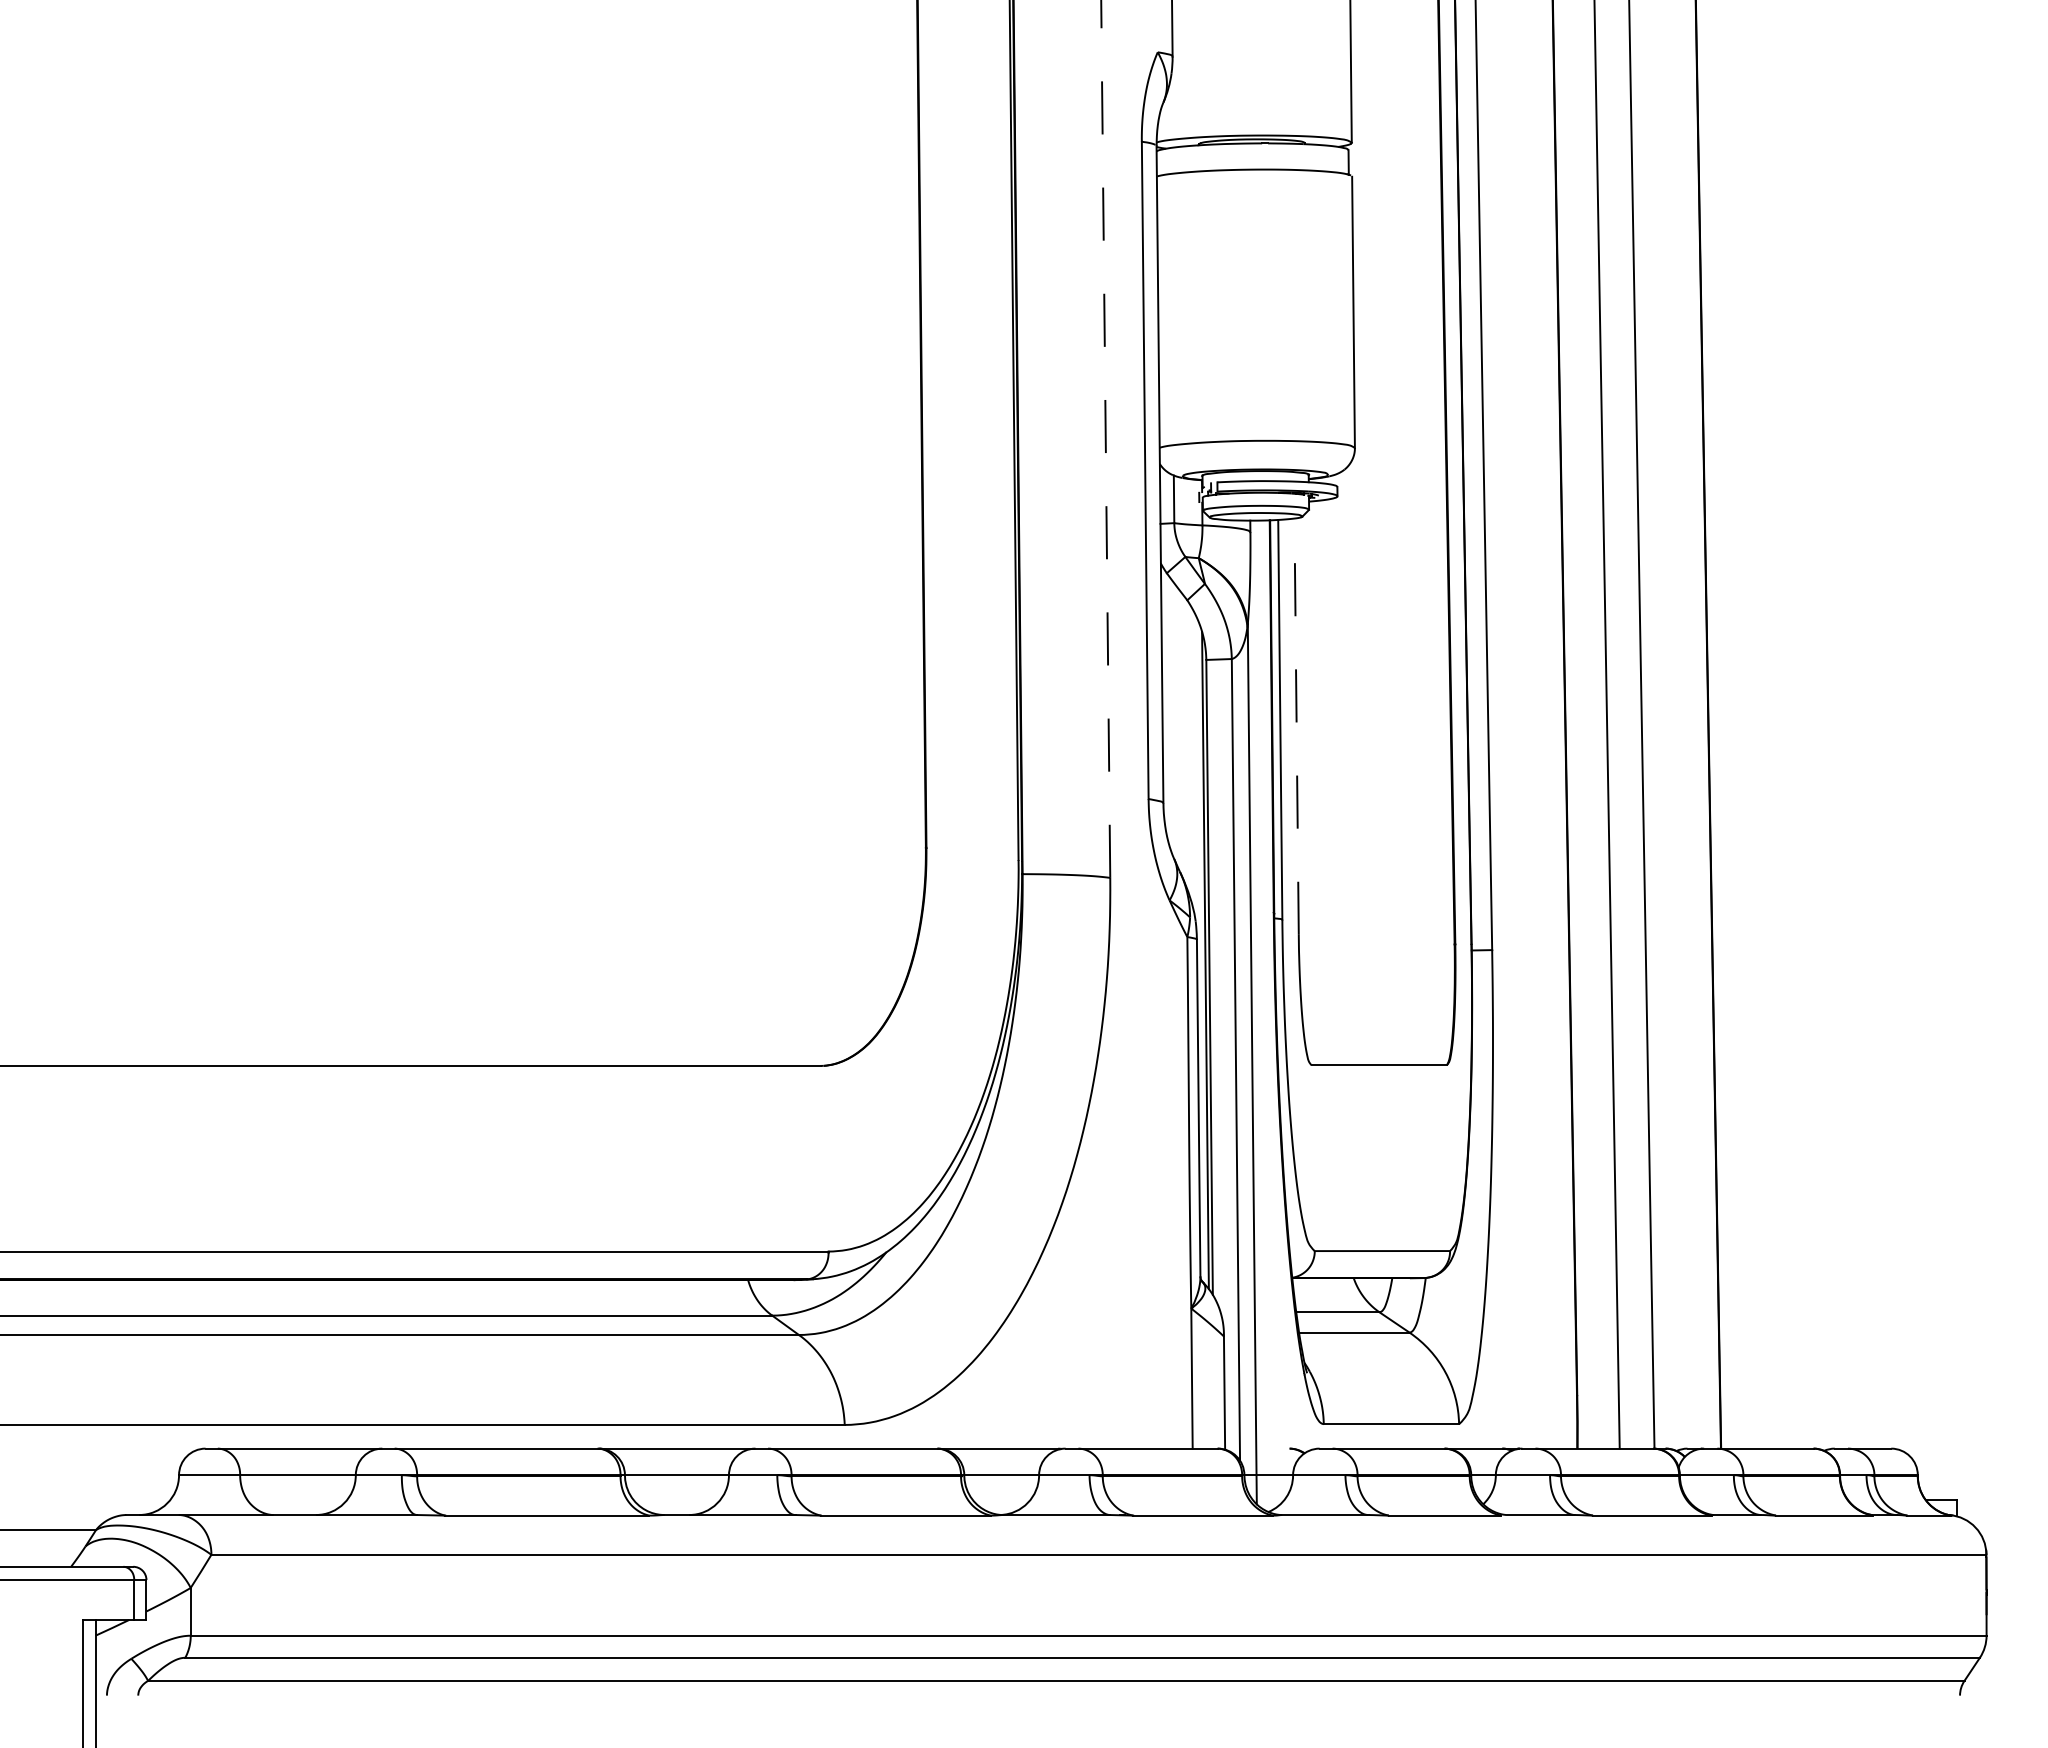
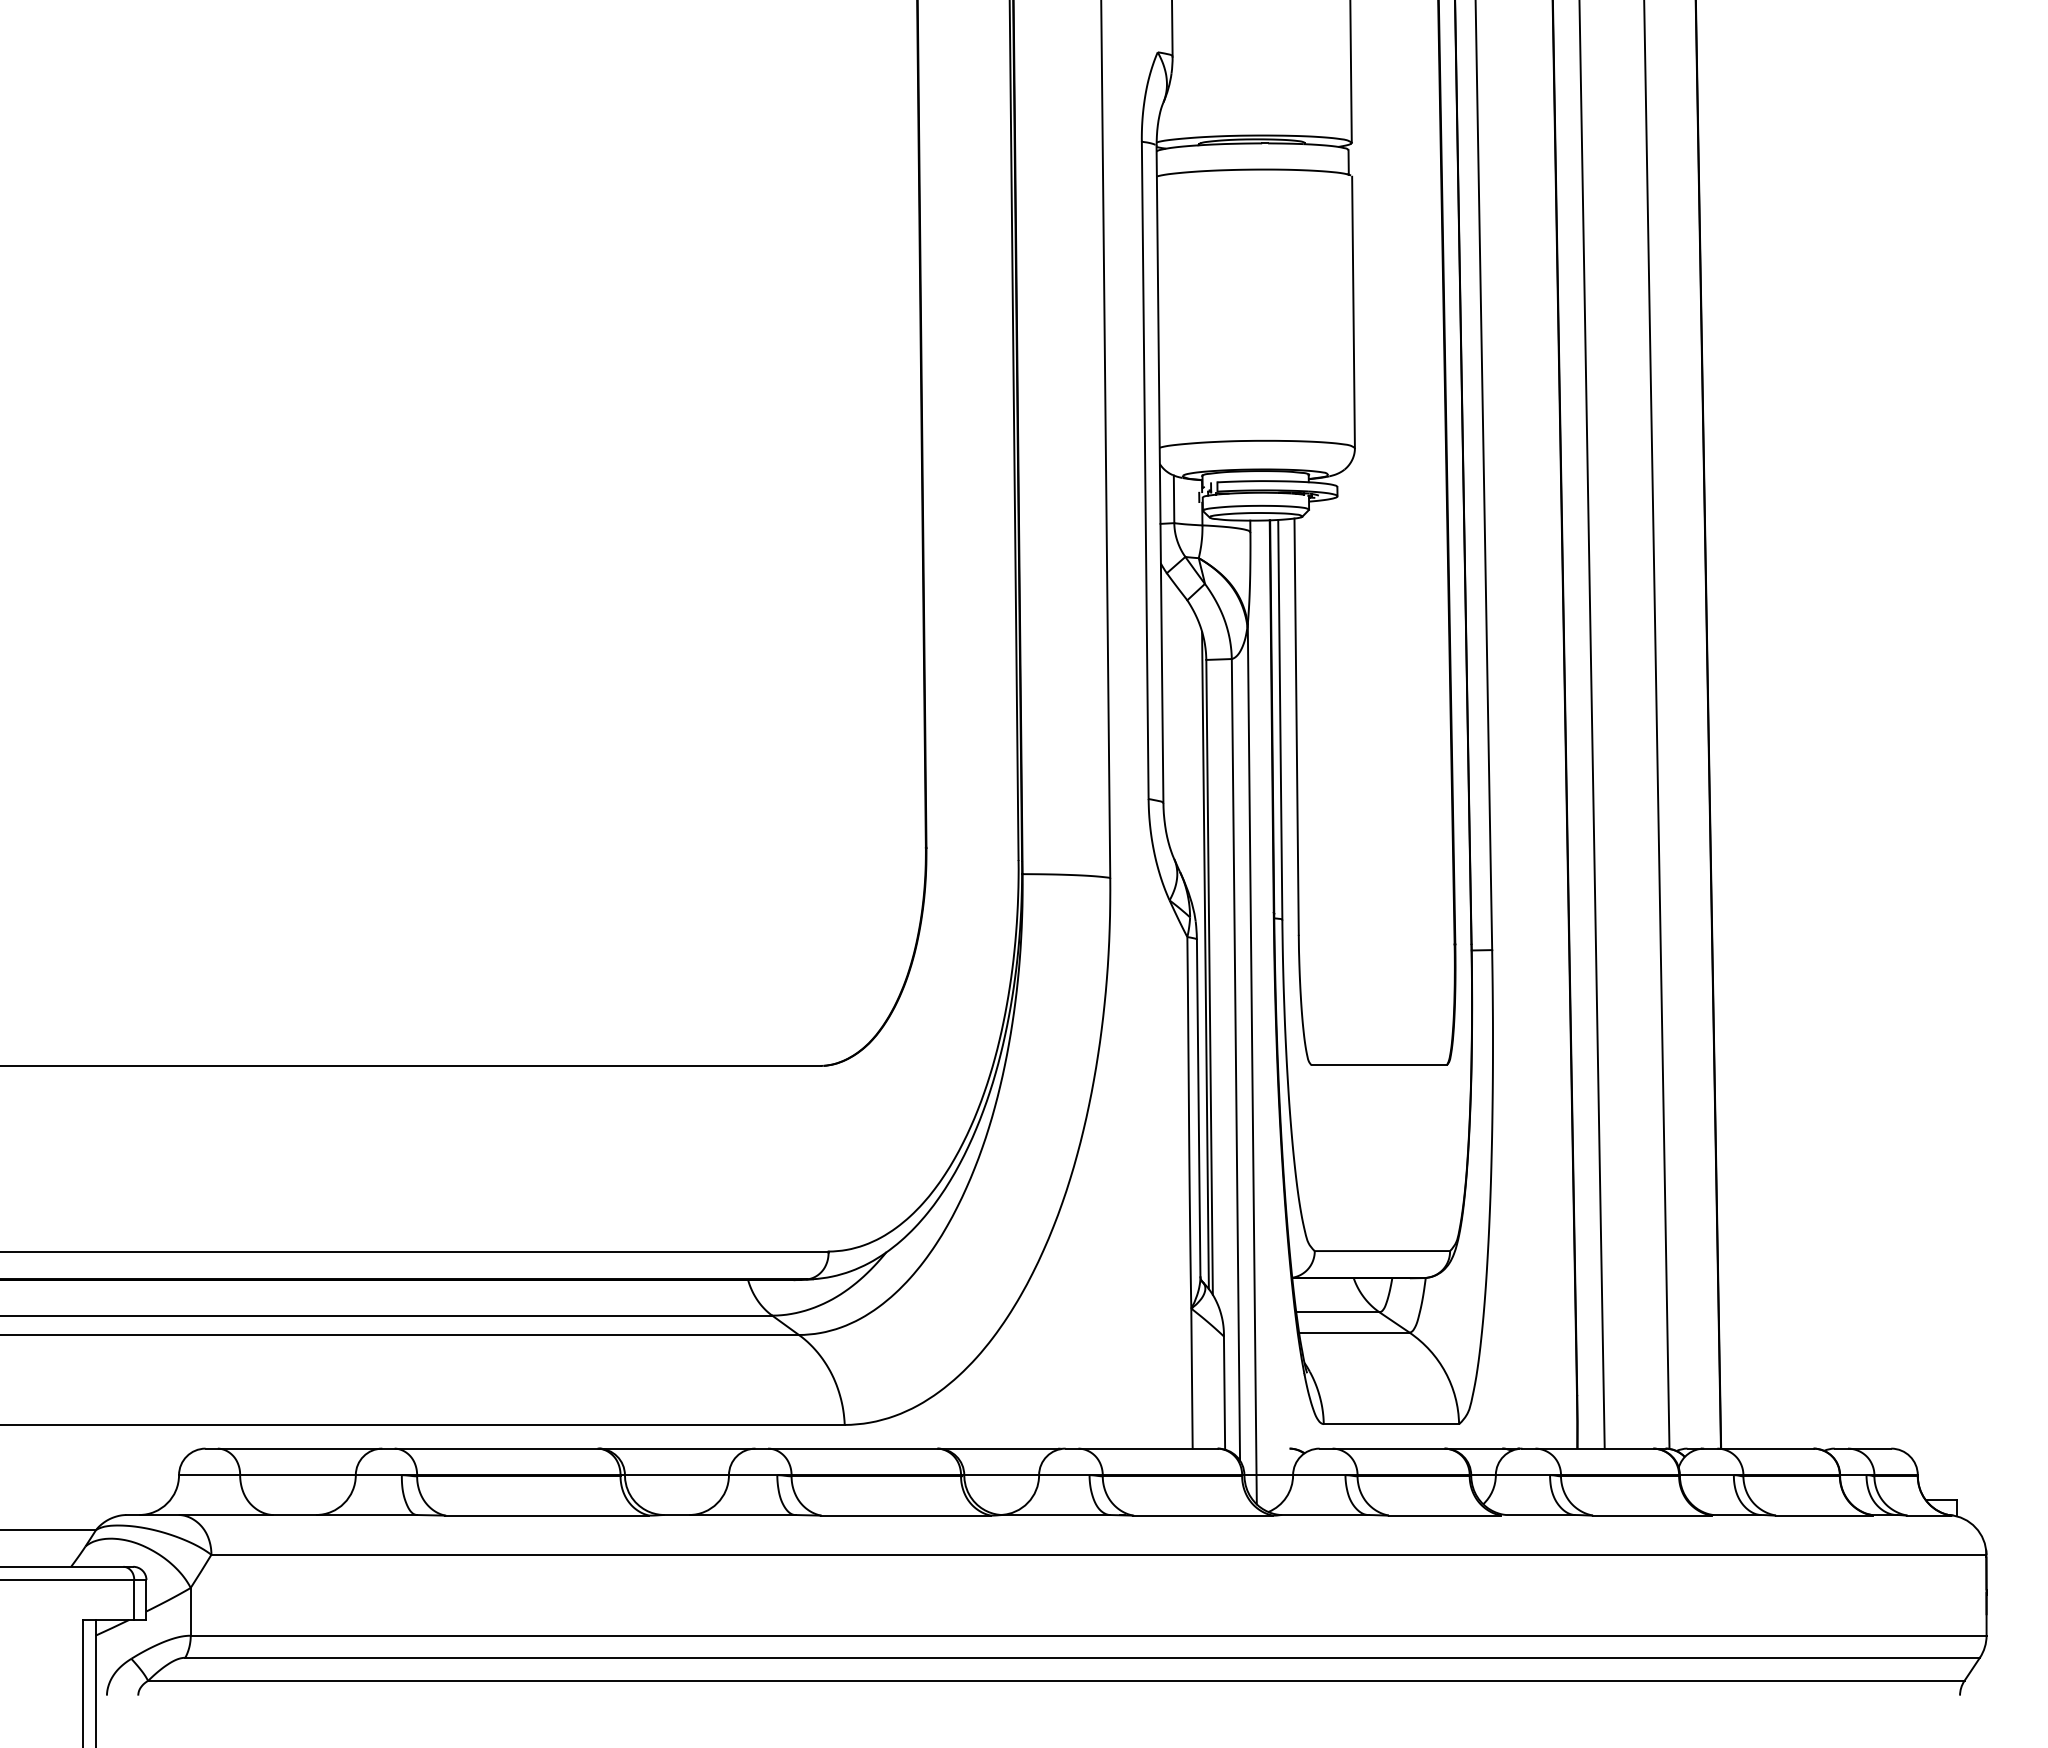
line at (1105, 438): dashed -> solid
line at (1606, 725) position: (1606, 725) -> (1591, 725)
line at (1641, 725) position: (1641, 725) -> (1656, 725)
line at (1296, 726): dashed -> solid
